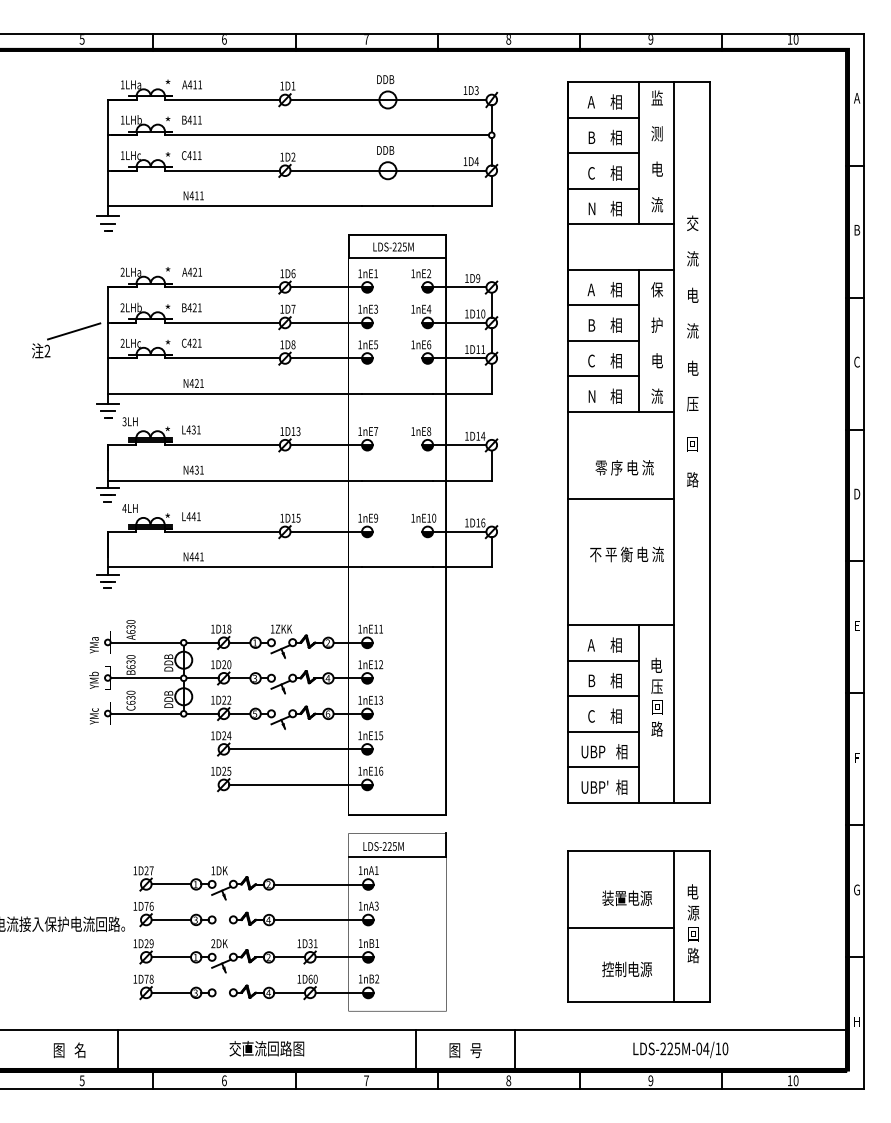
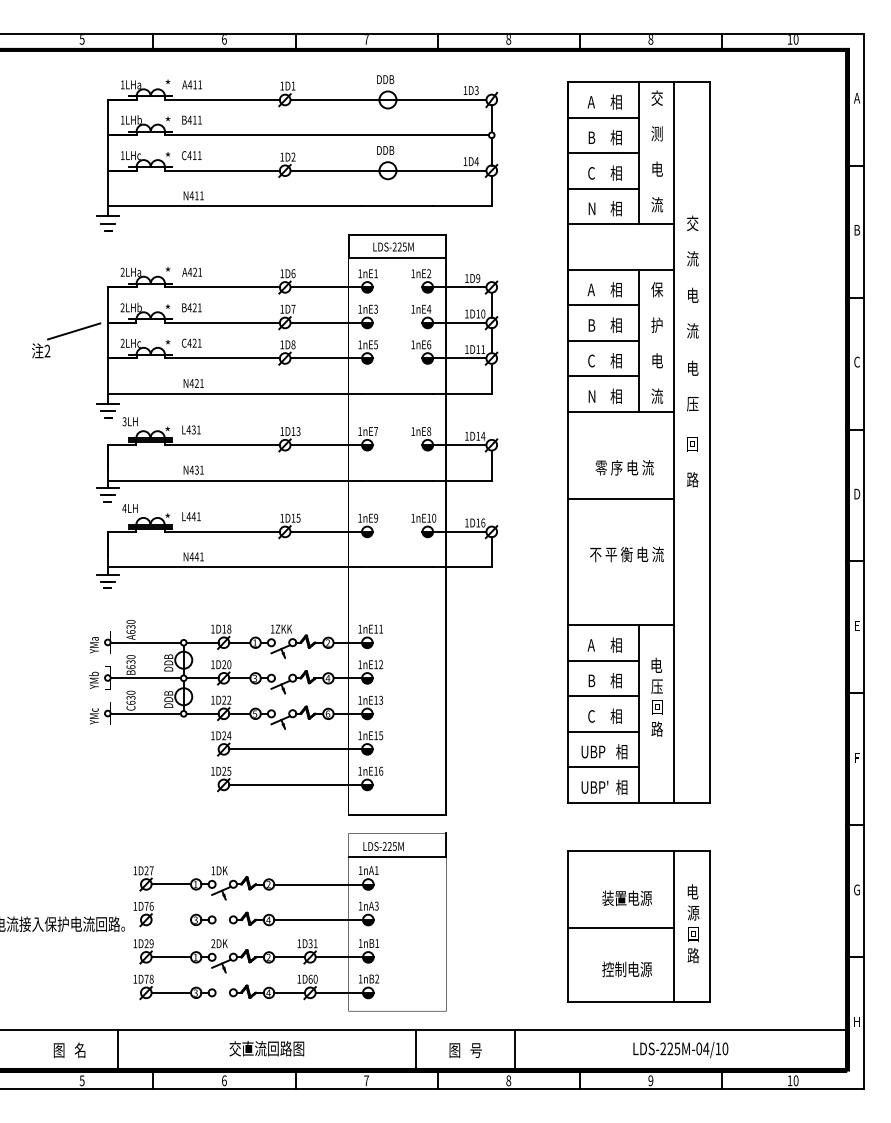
text at (650, 39): 9 -> 8
text at (656, 97): 监 -> 交
line at (171, 919): present -> none
